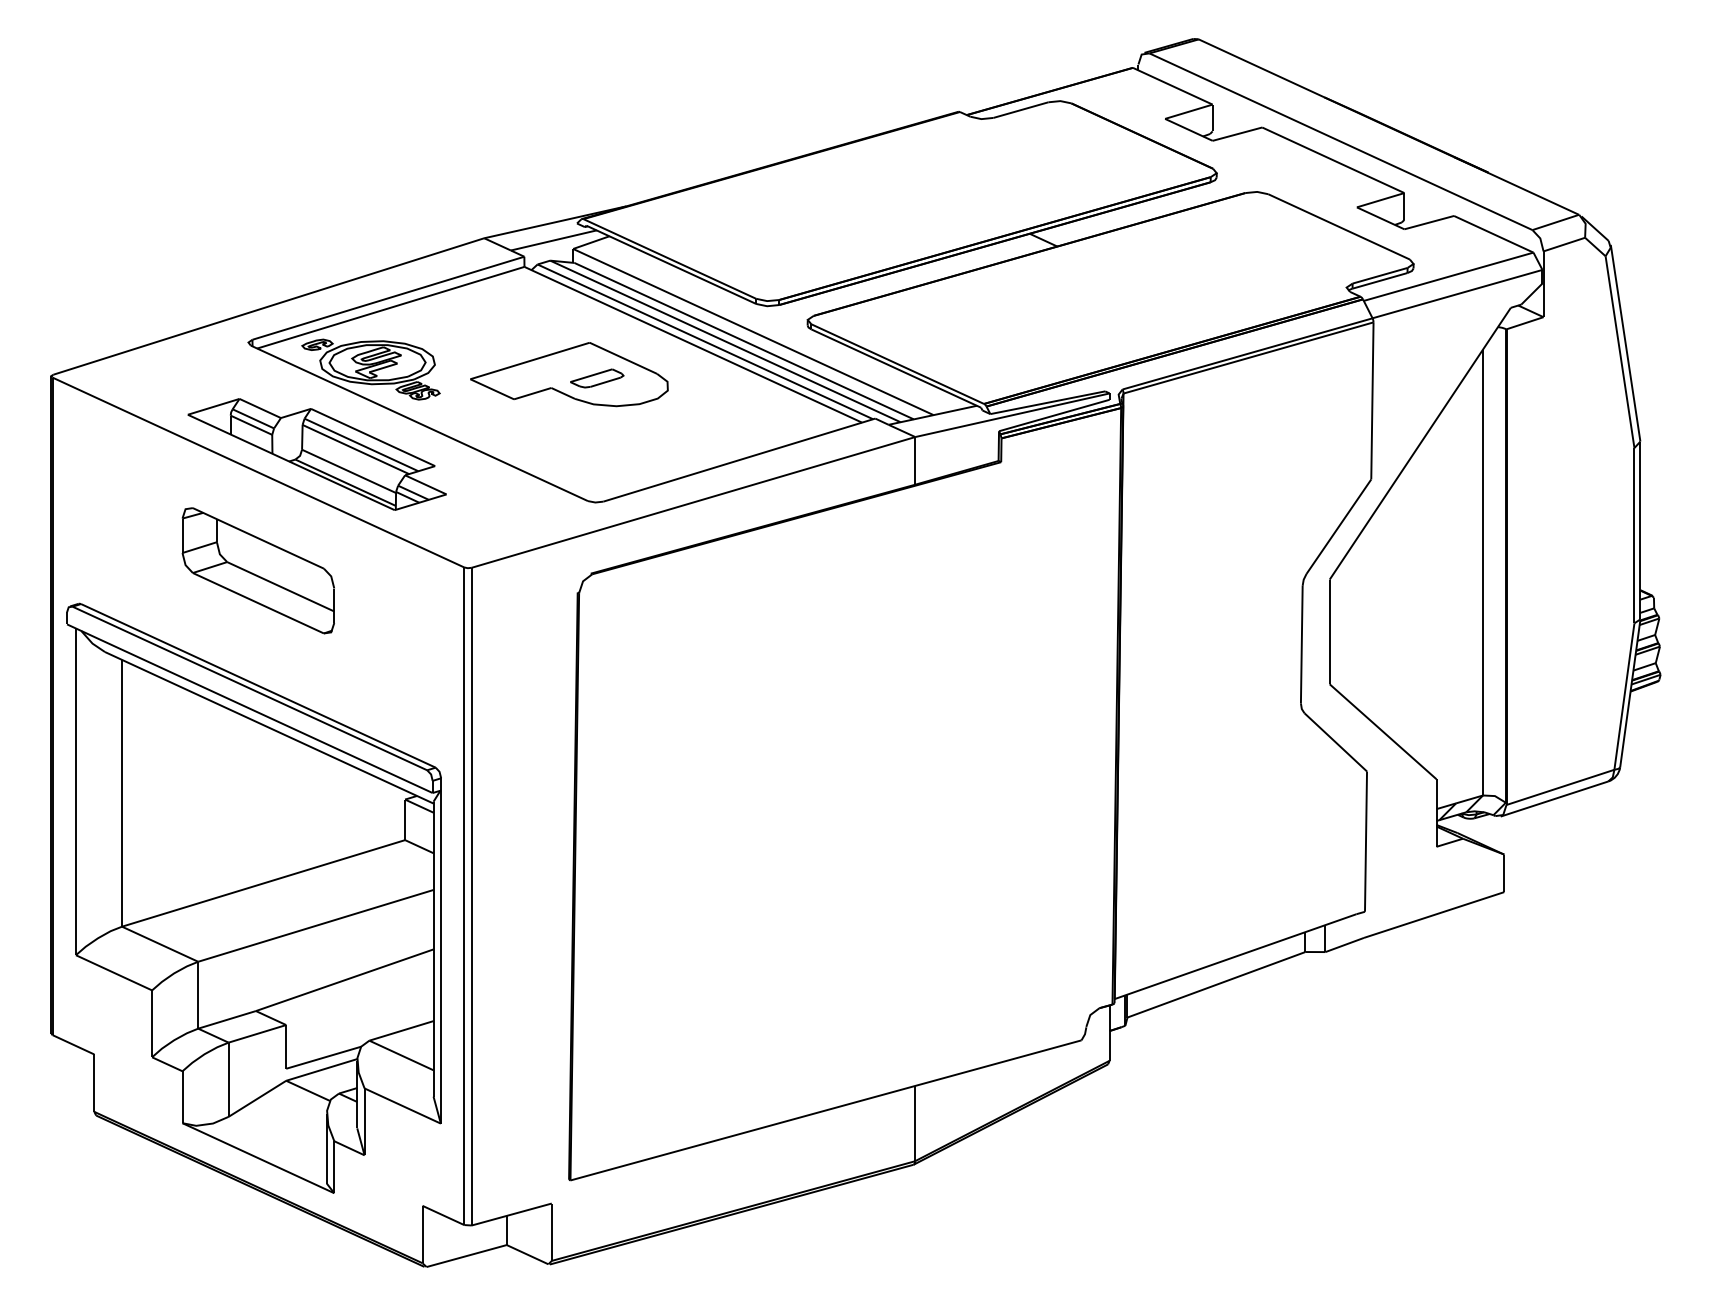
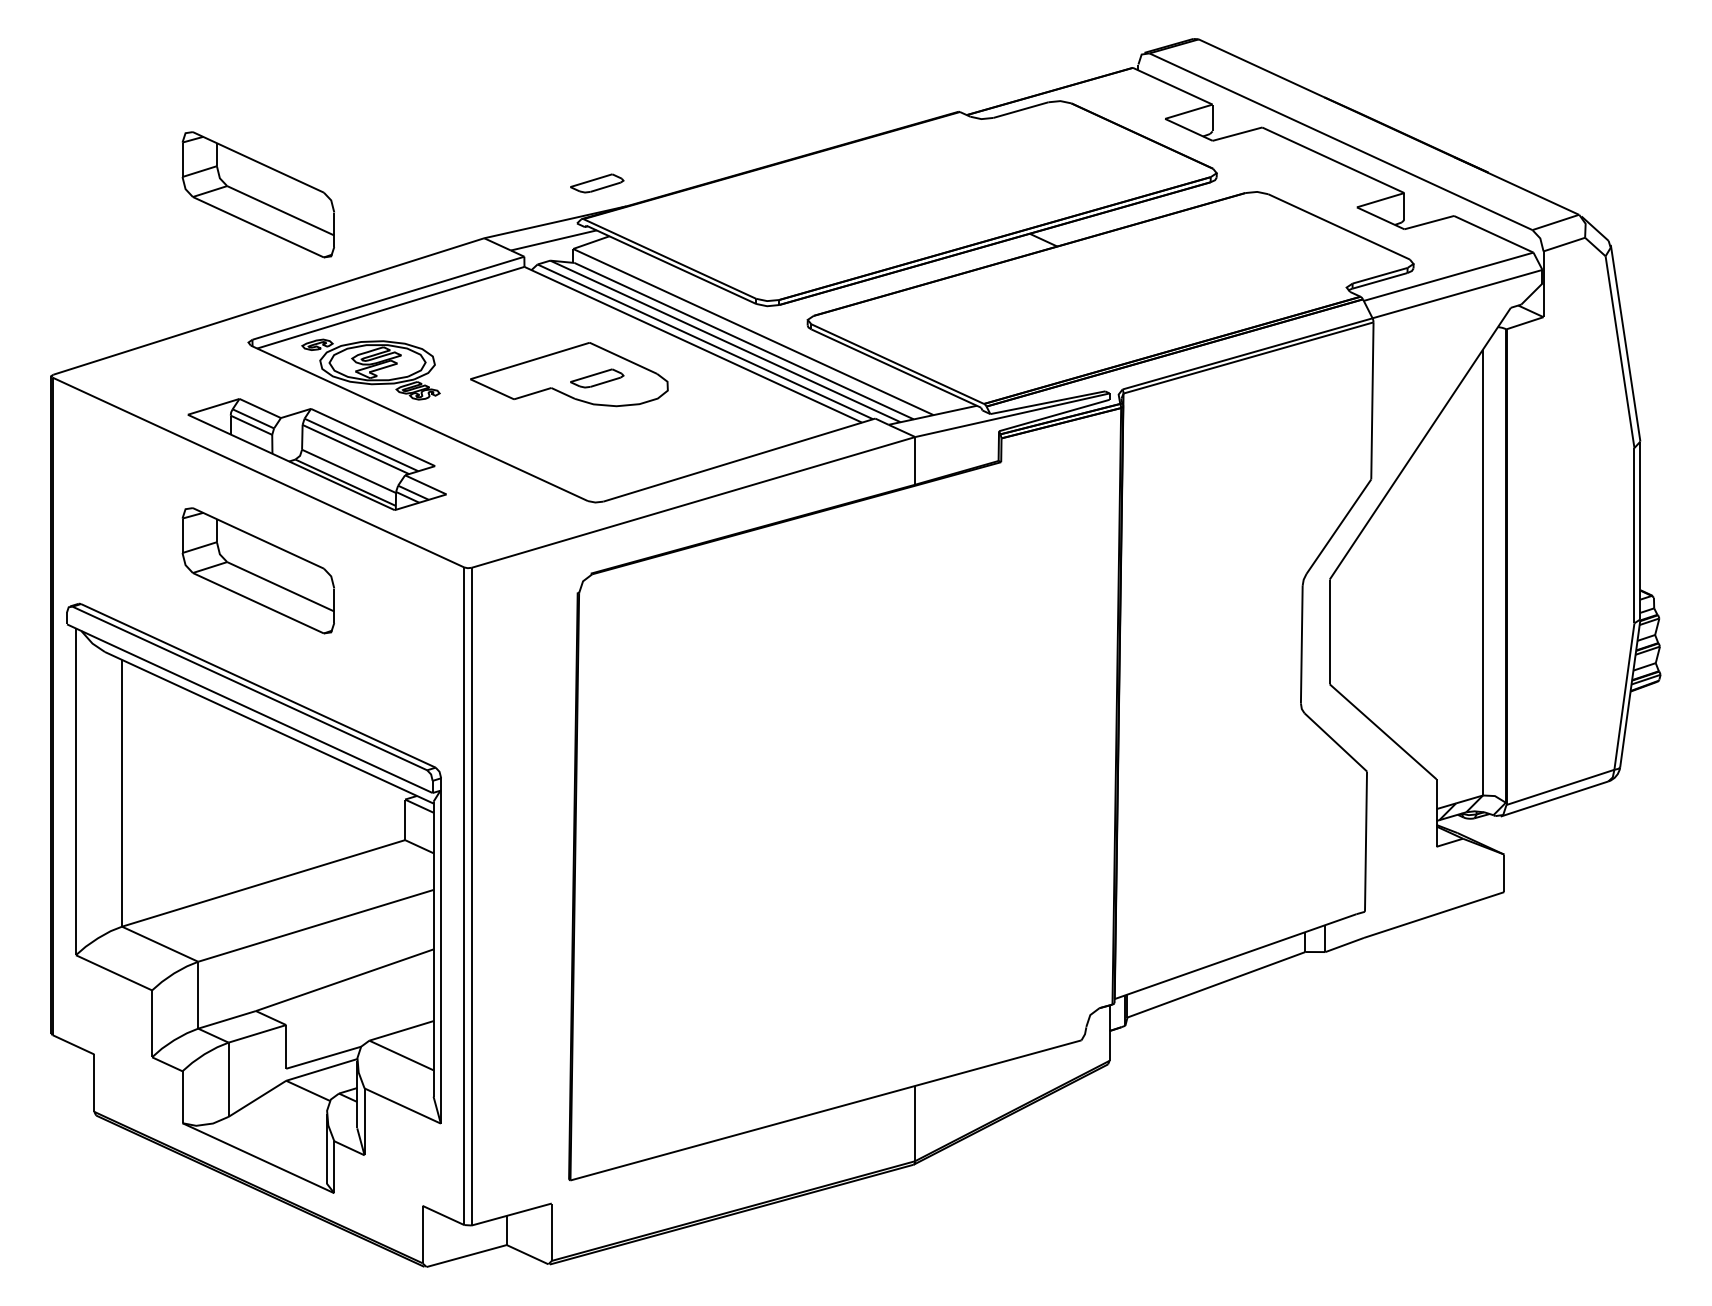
part at (597, 183): none -> present
part at (257, 194): none -> present
